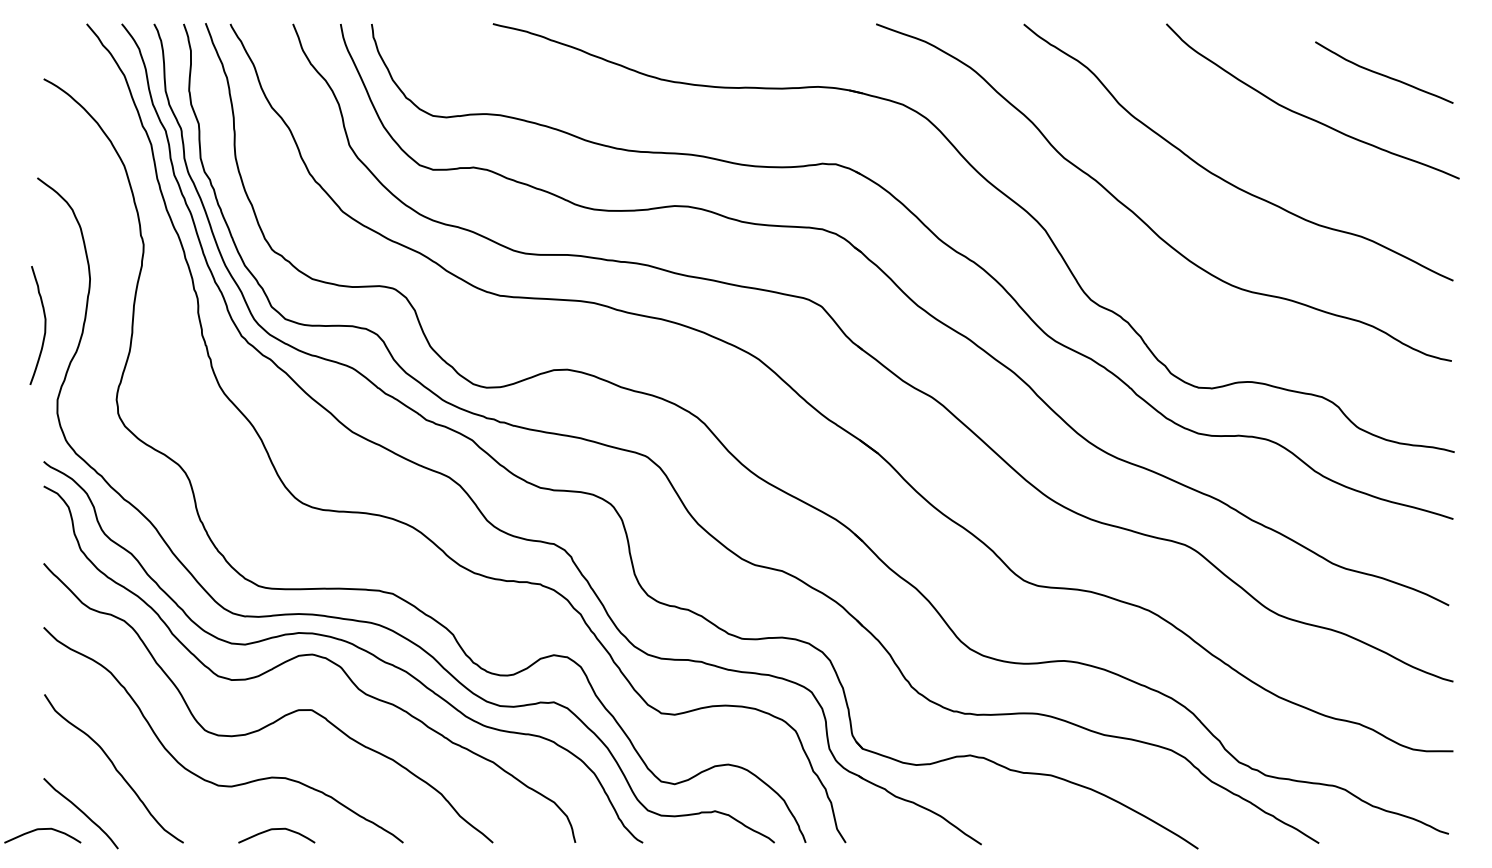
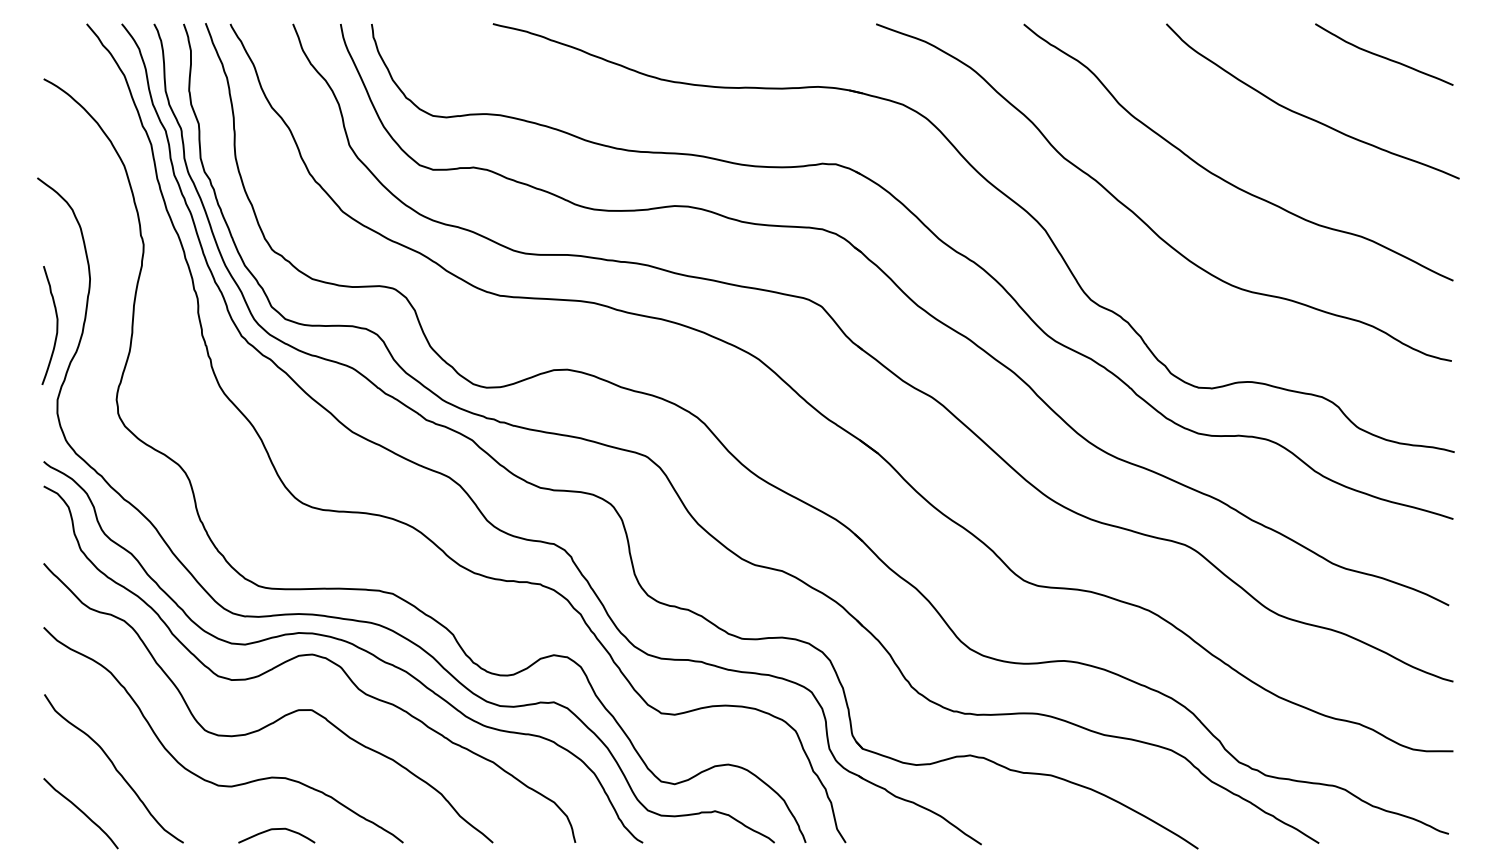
curve at (1384, 74) position: (1384, 74) -> (1384, 56)
curve at (44, 325) position: (44, 325) -> (56, 325)
curve at (39, 830): present -> none
